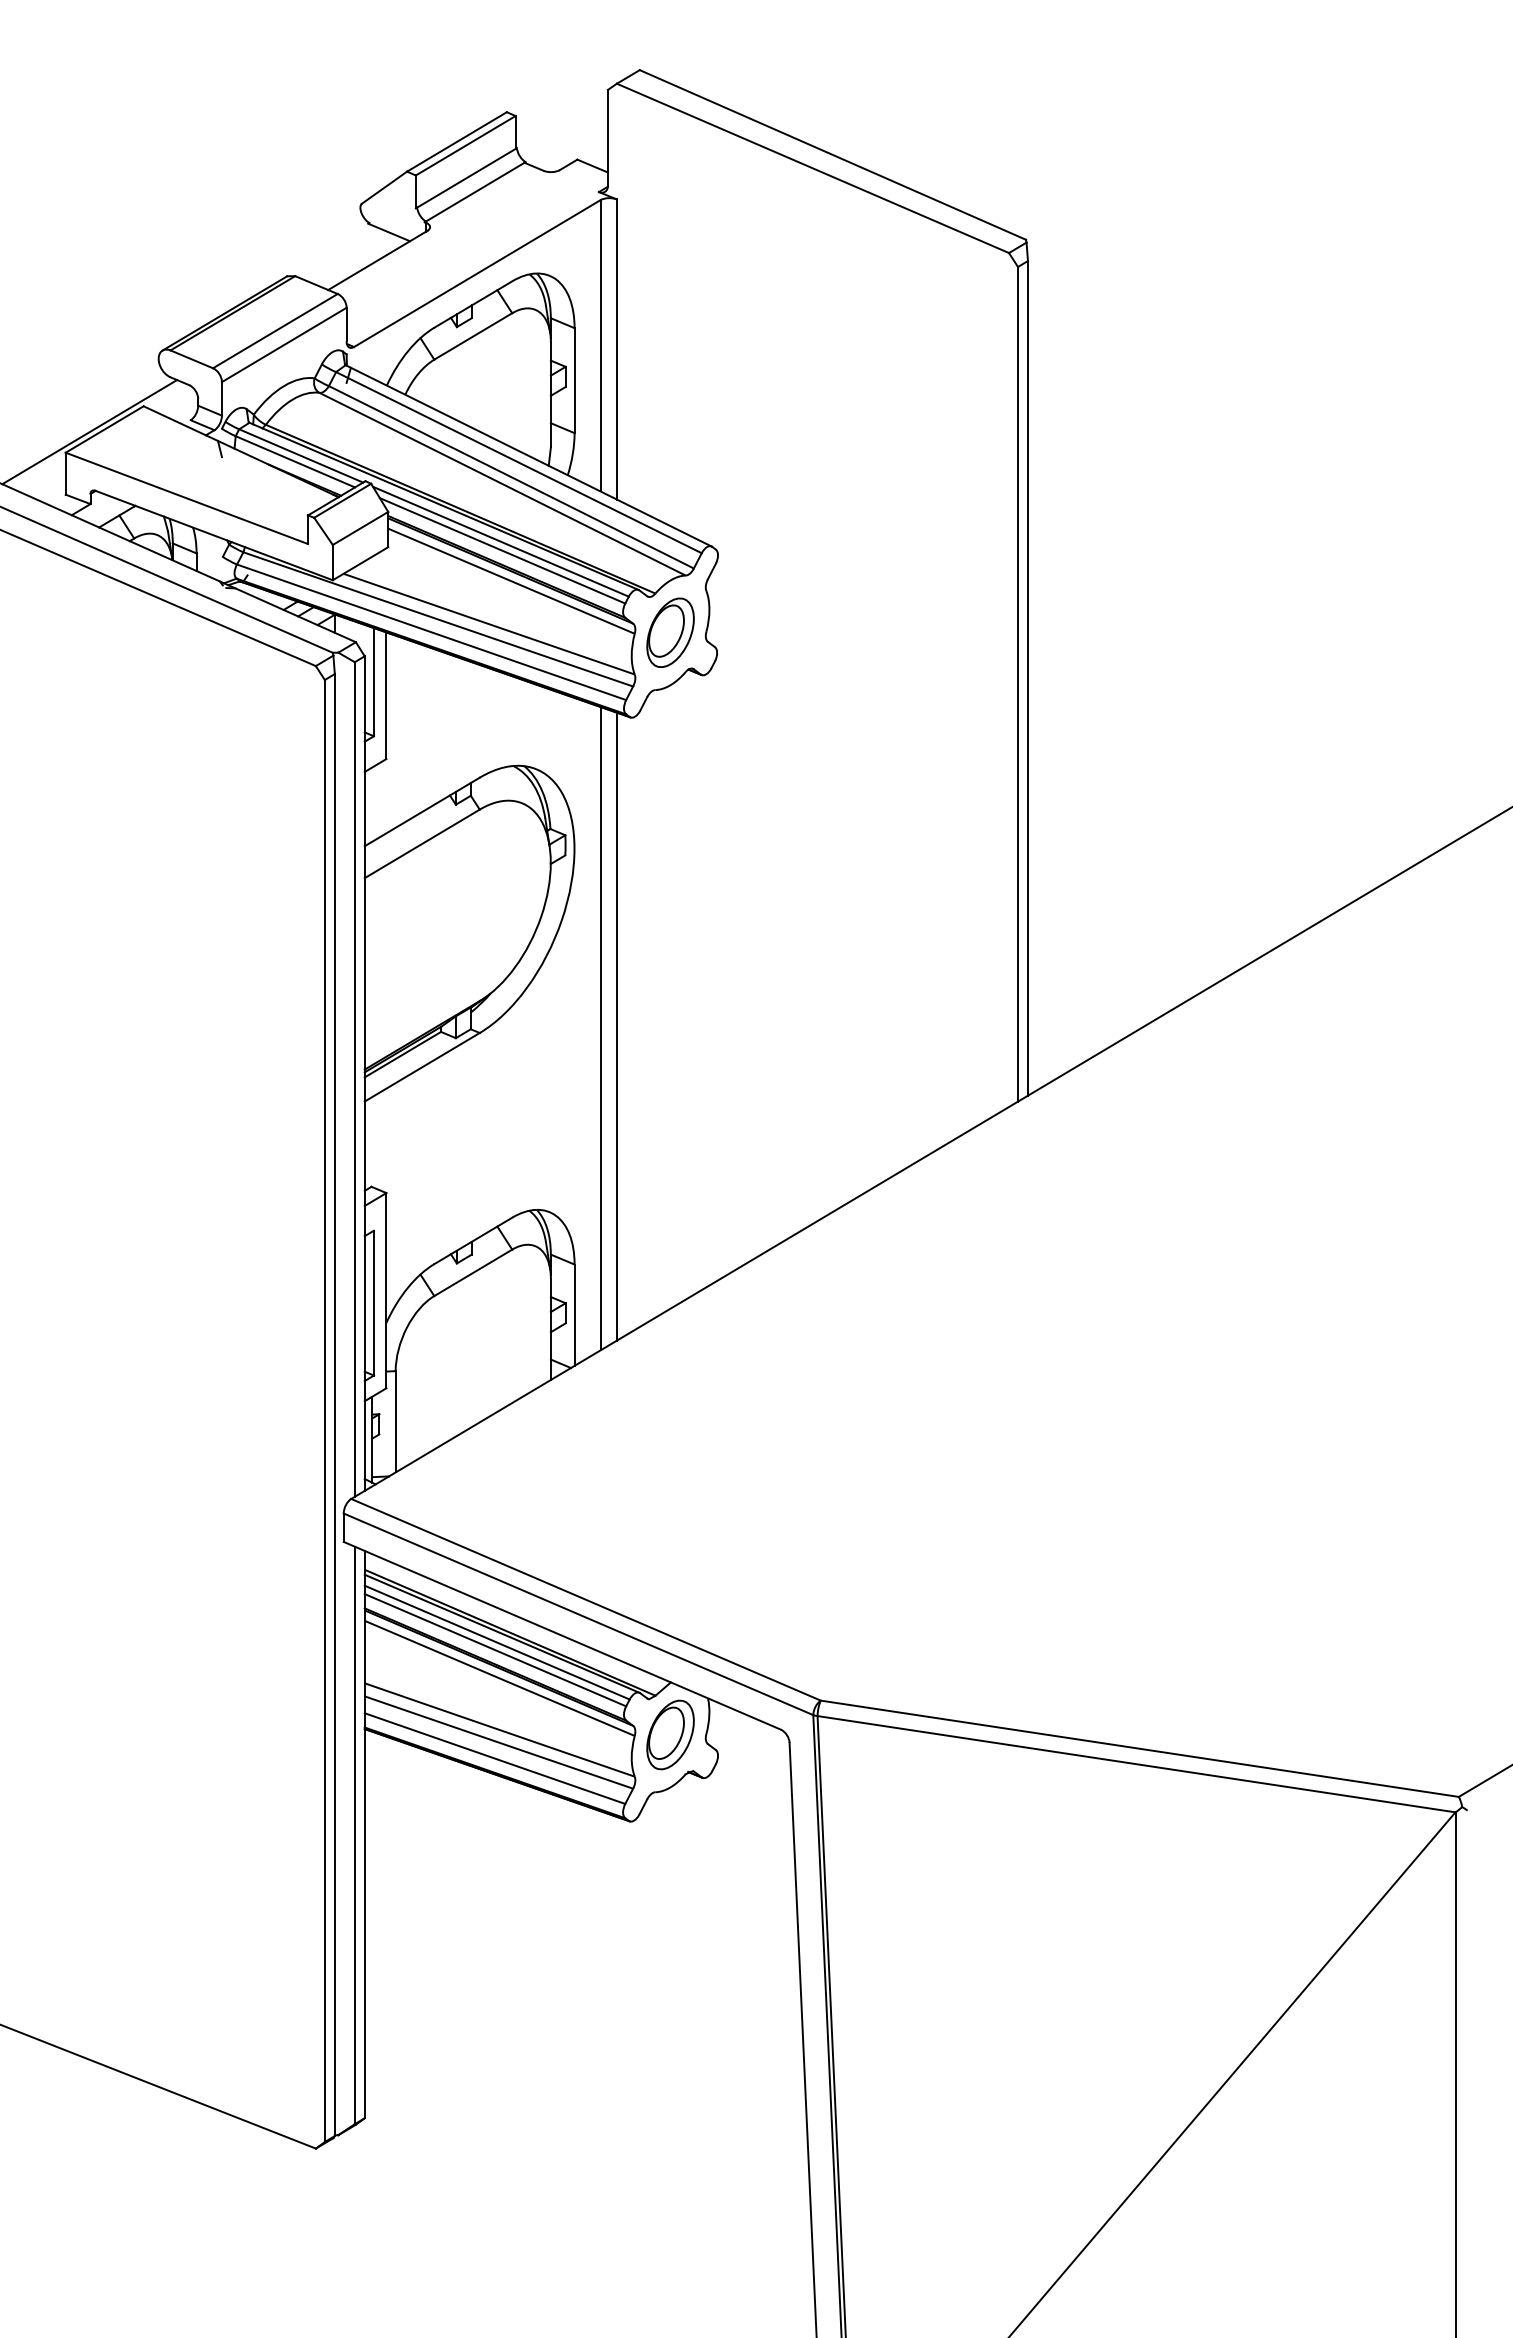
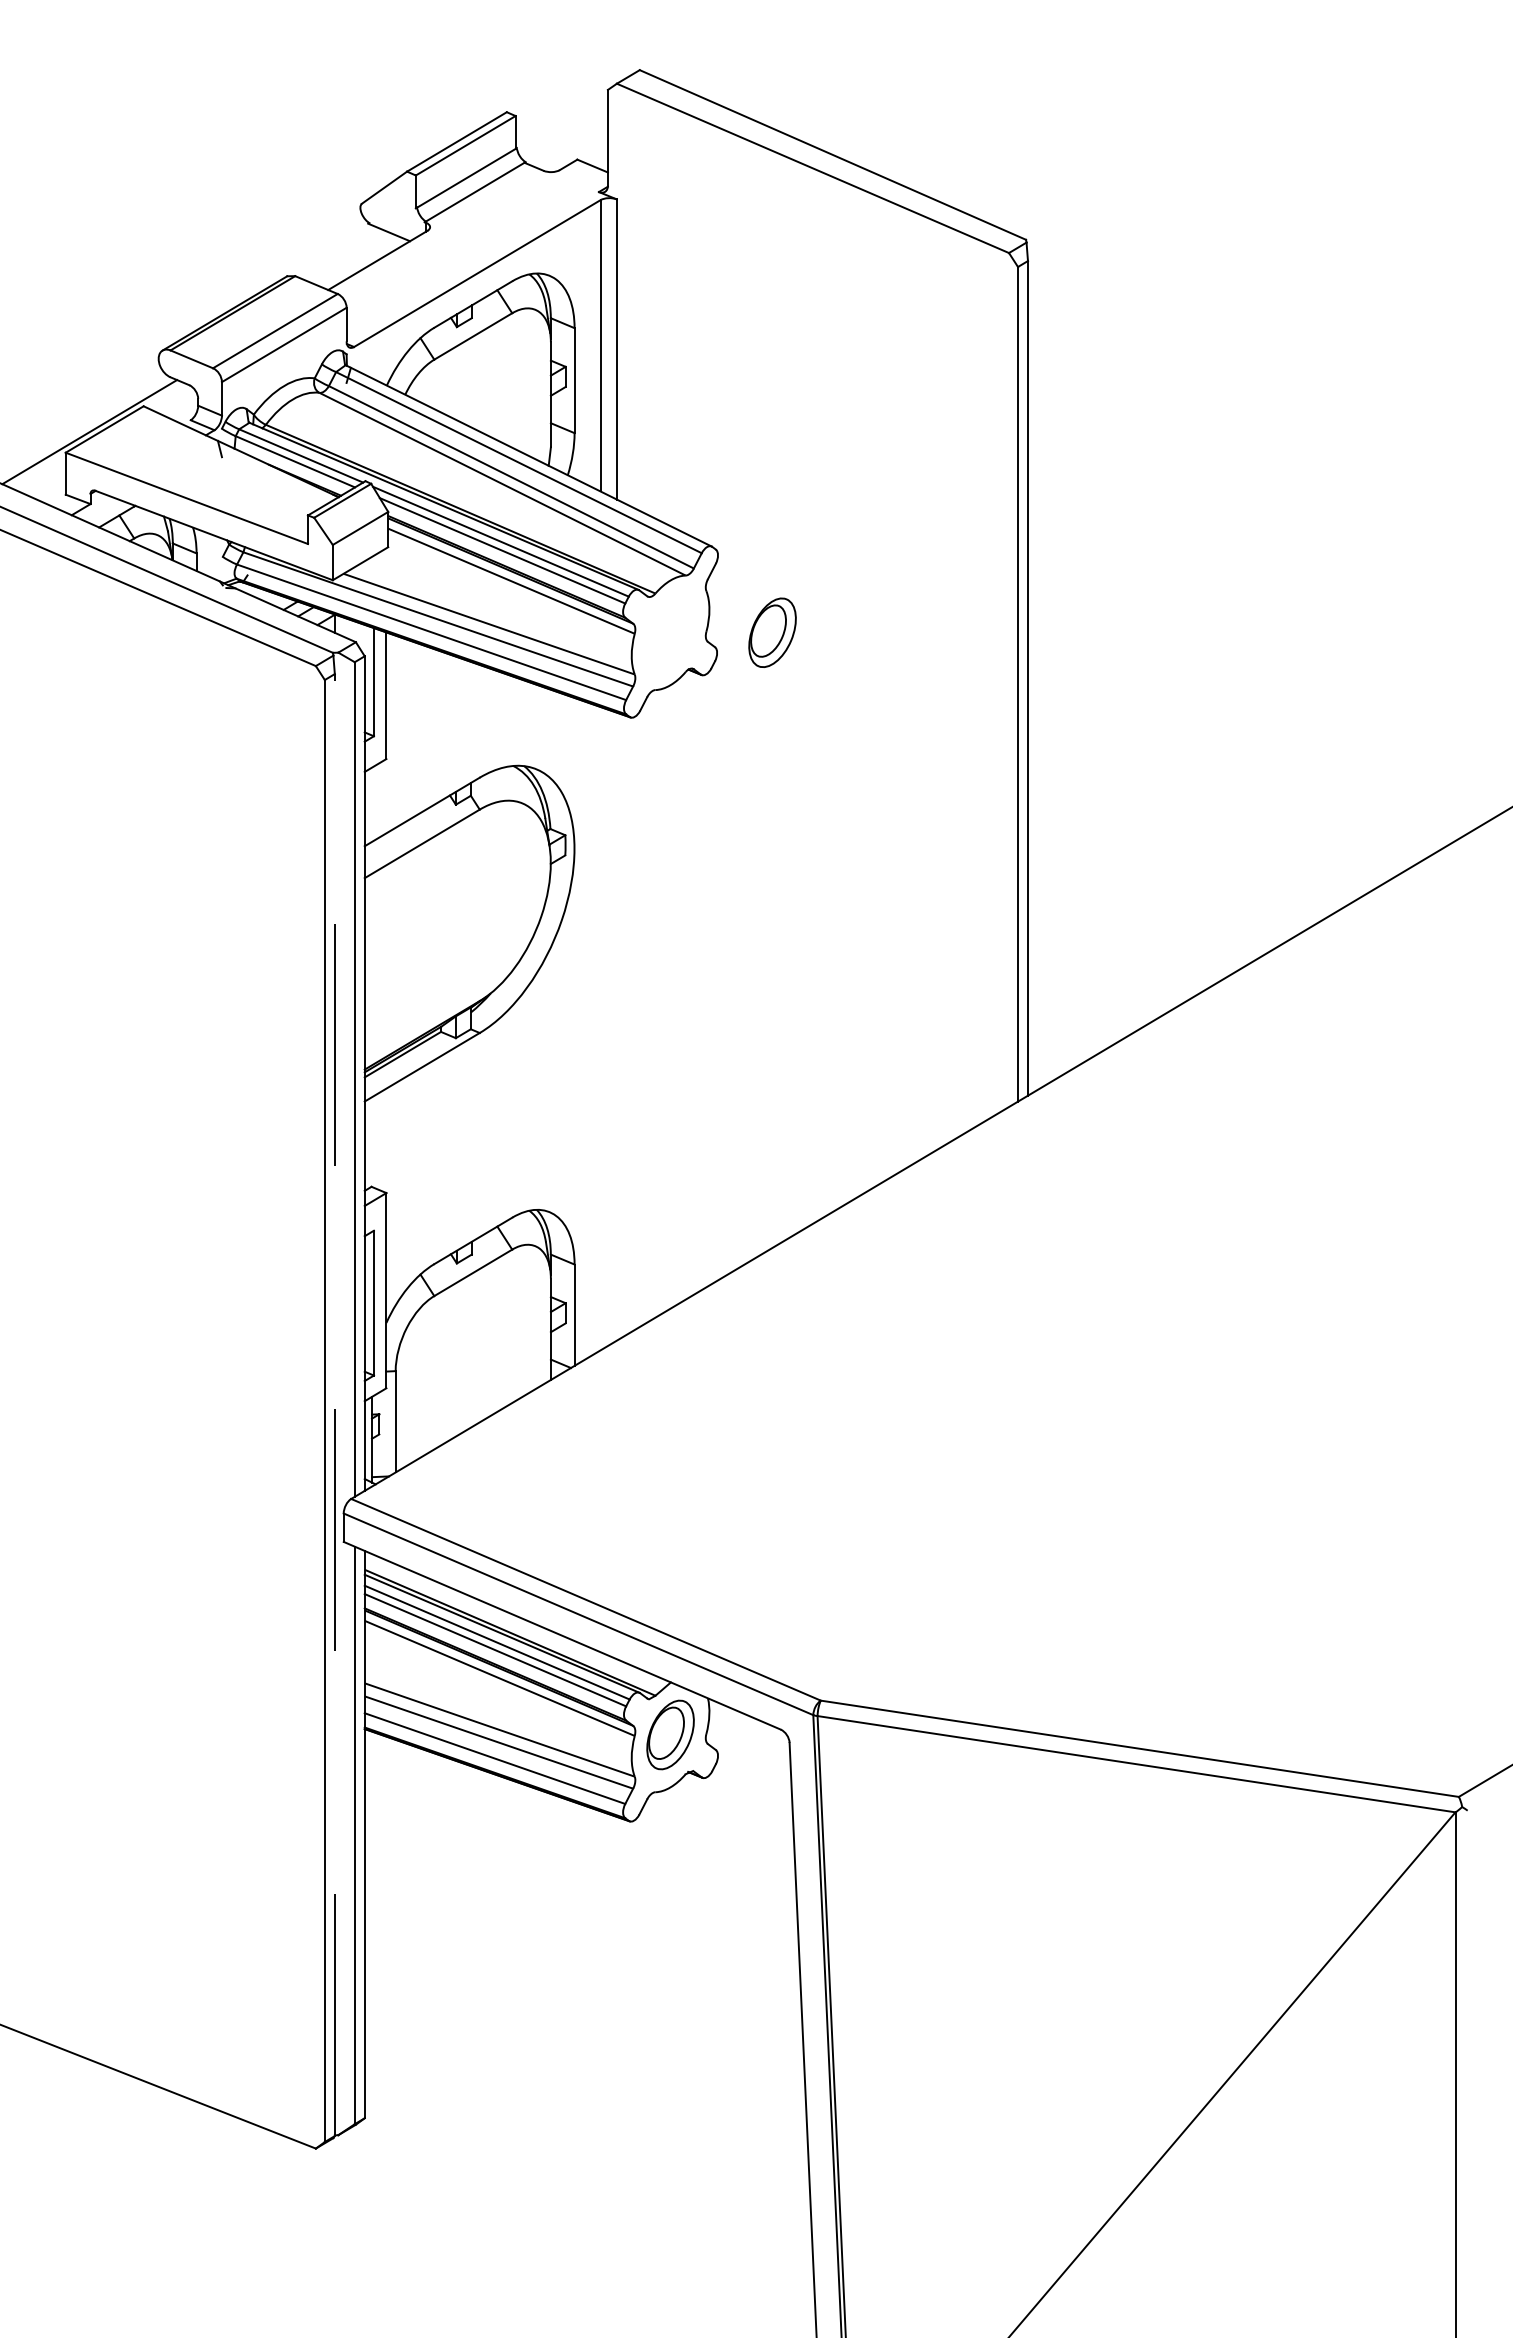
part at (670, 632) position: (670, 632) -> (772, 632)
line at (616, 1026): present -> none
line at (600, 1028): present -> none
line at (334, 1405): solid -> dashed
